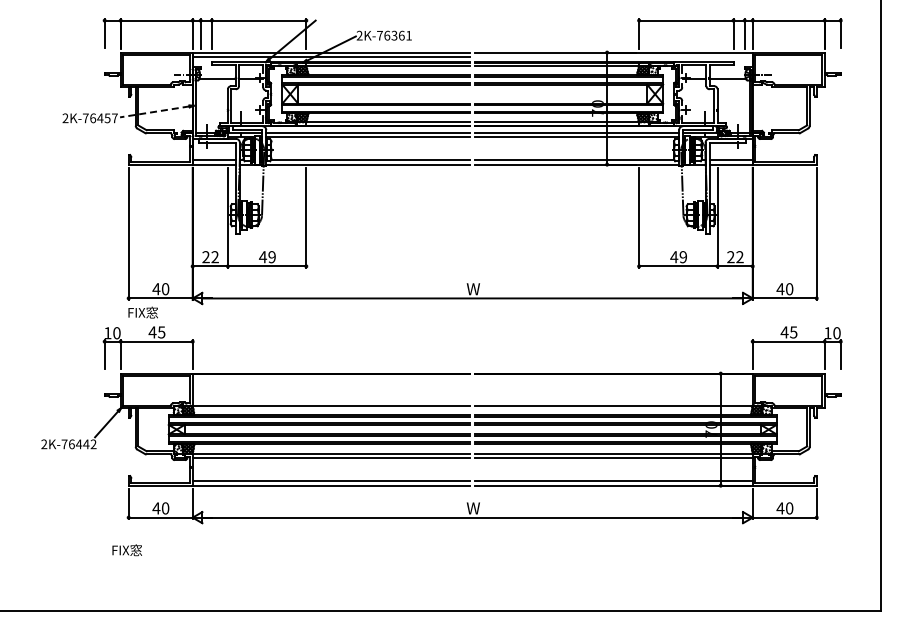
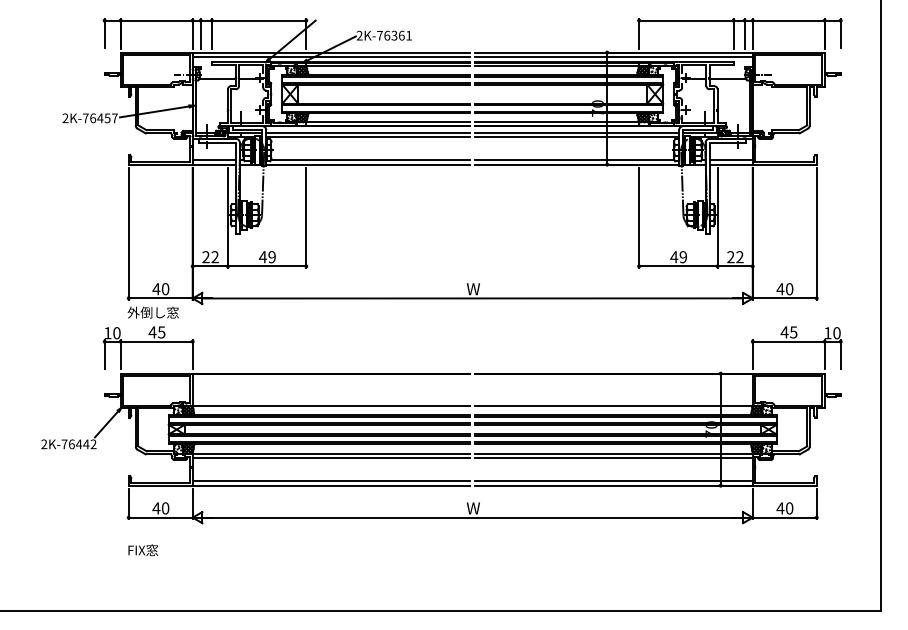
line at (613, 56): none -> present
line at (154, 111): dashed -> solid
text at (152, 312): FIX窓 -> 外倒し窓
text at (126, 550) position: (126, 550) -> (142, 550)
